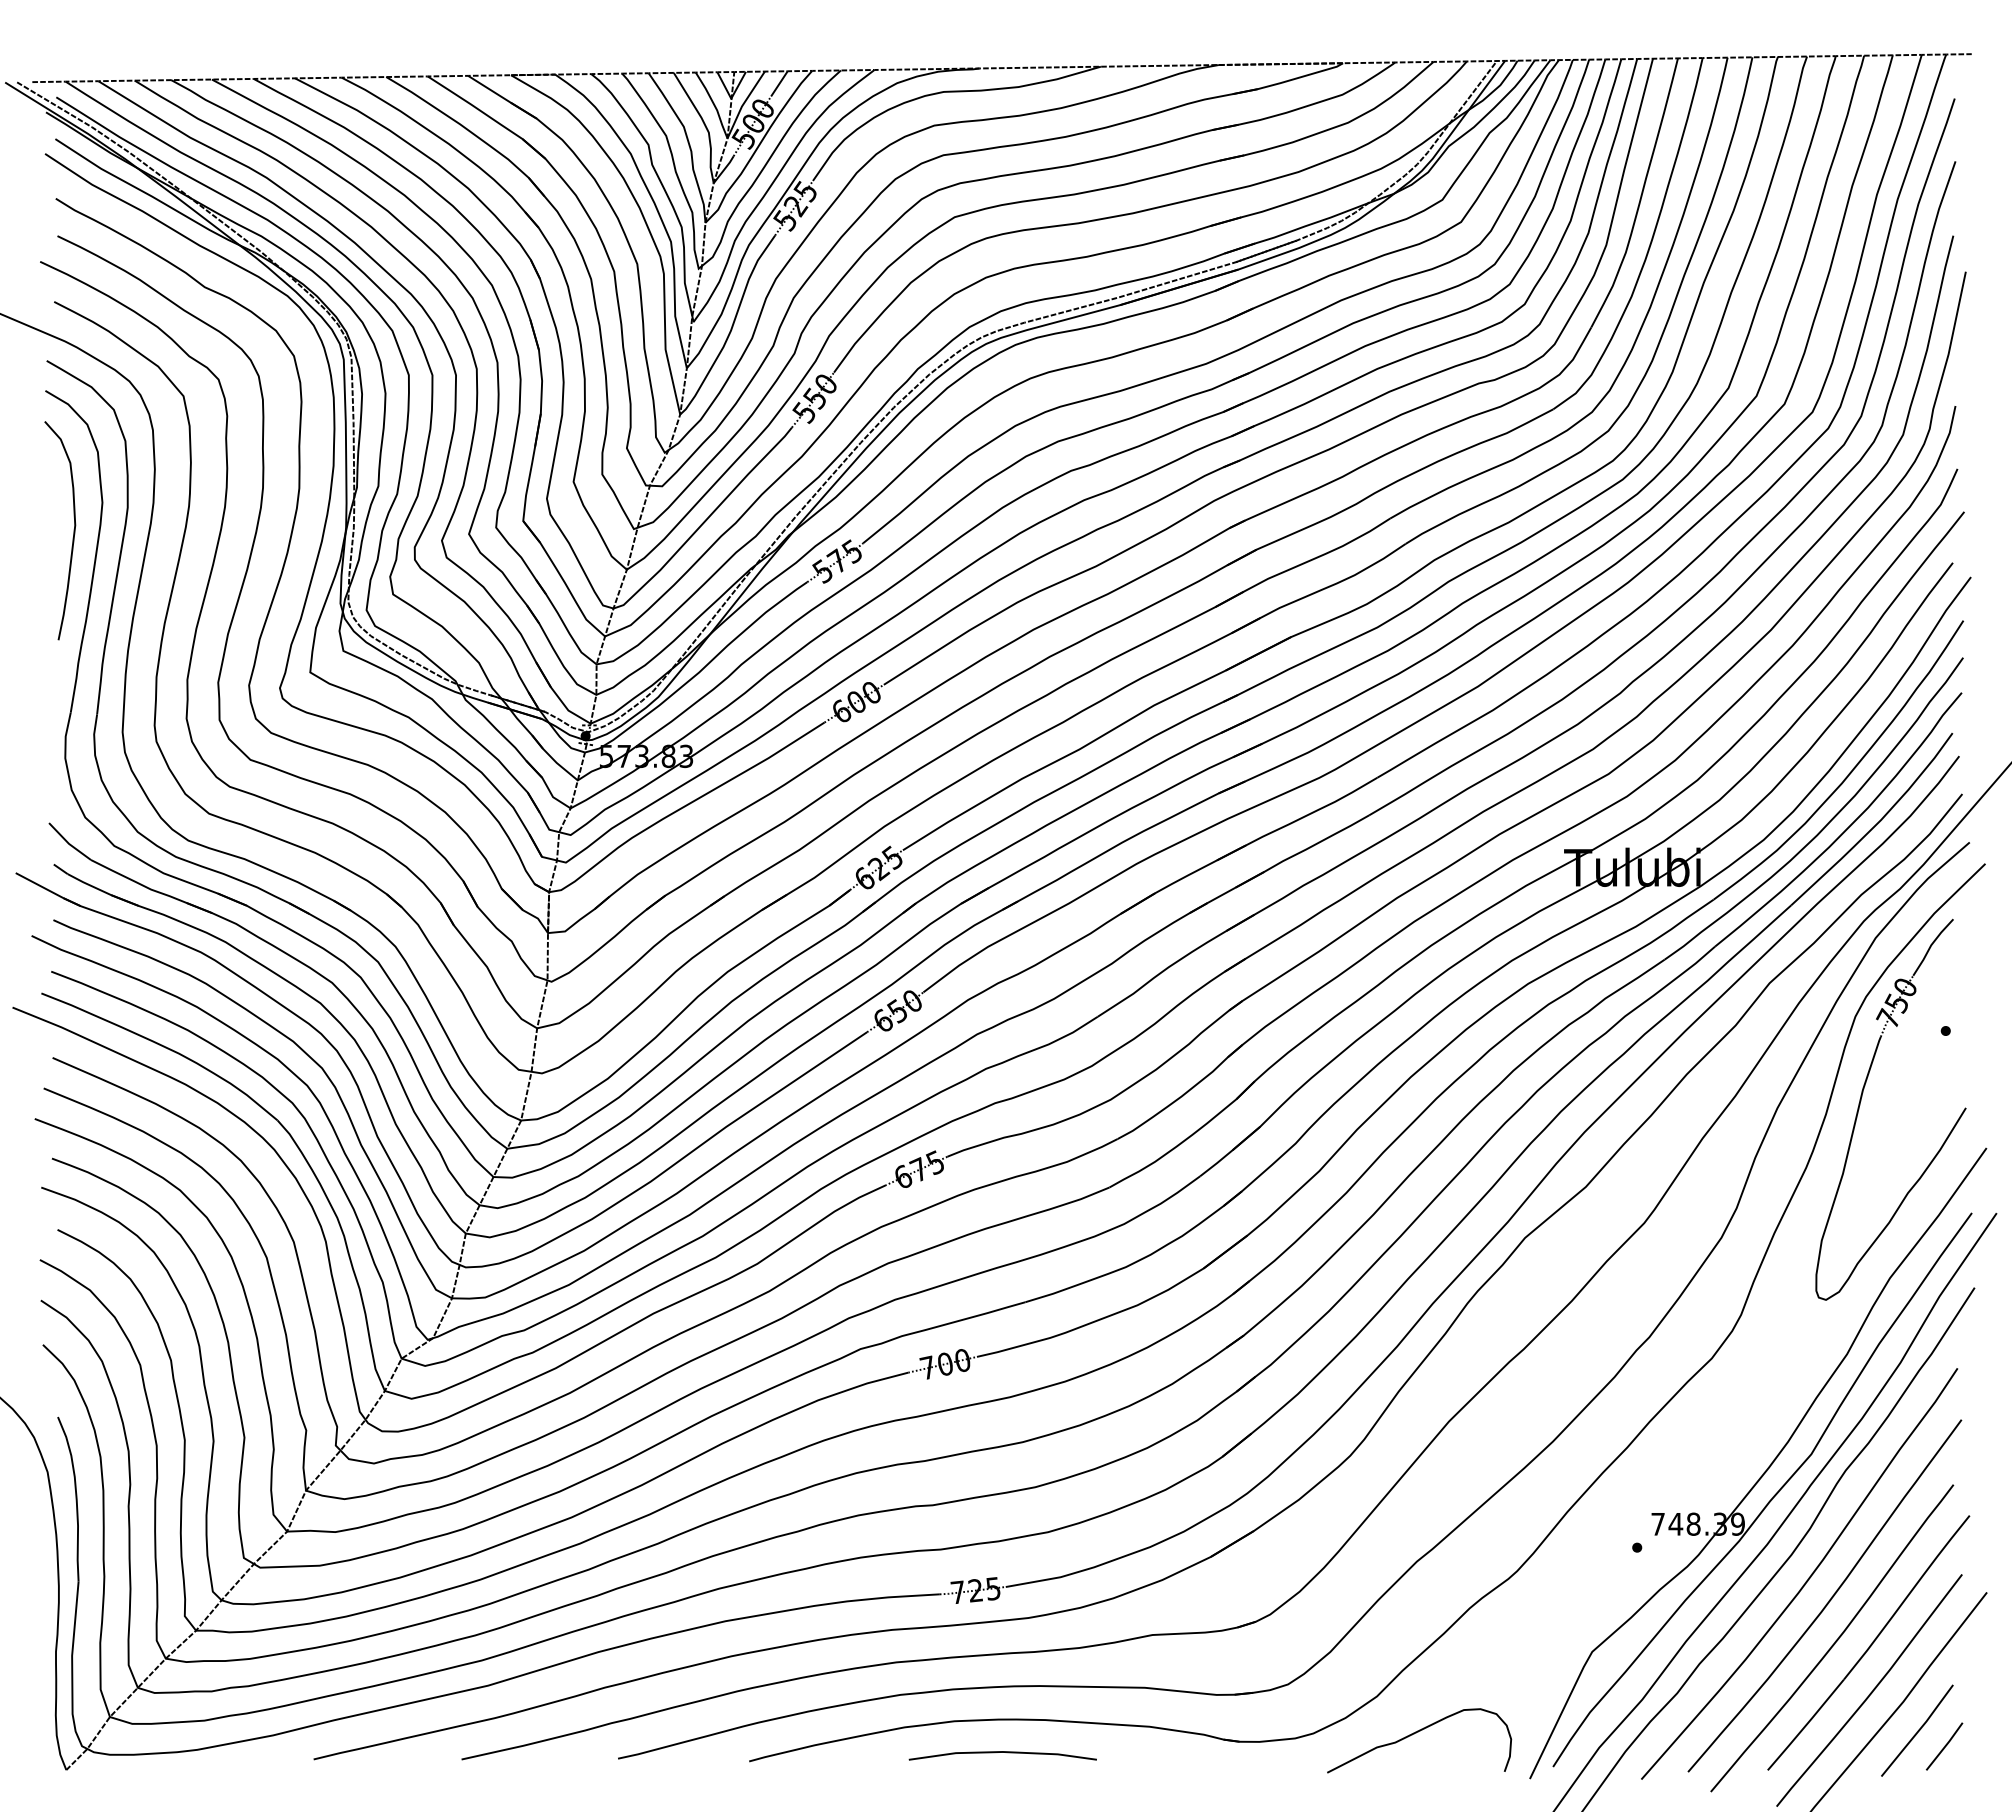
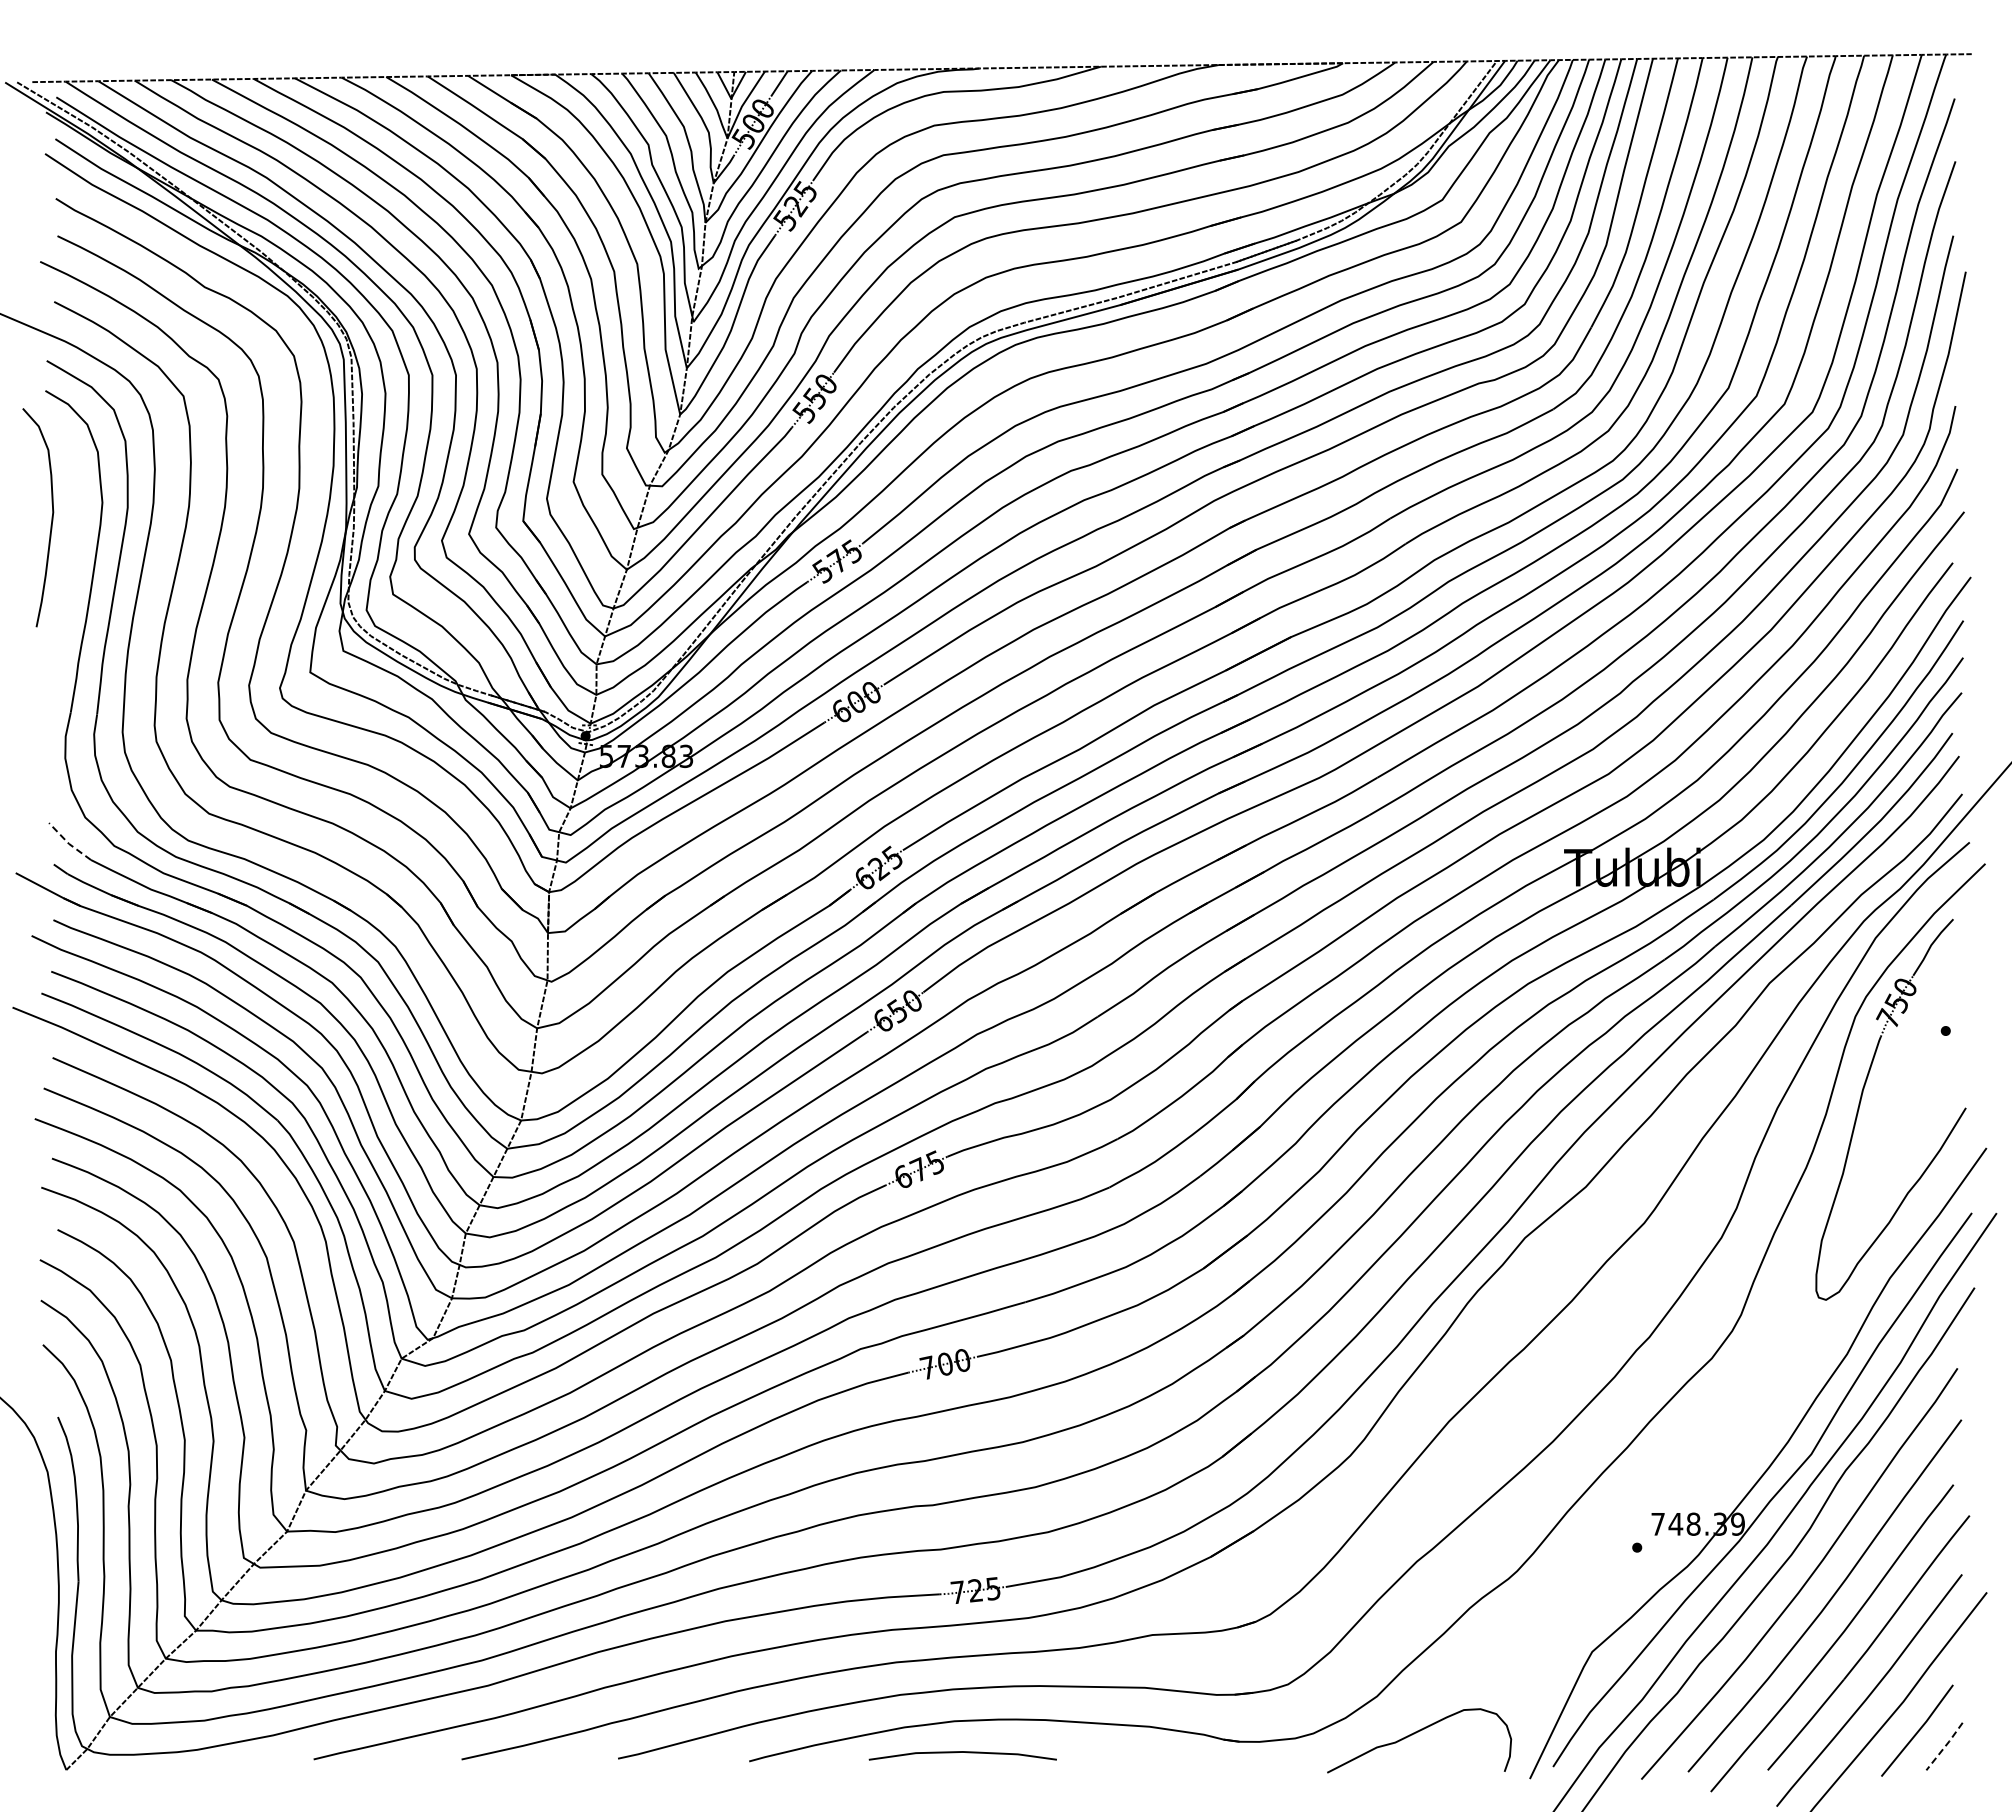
curve at (73, 530) position: (73, 530) -> (51, 517)
line at (69, 843): solid -> dashed
line at (1945, 1746): solid -> dashed
line at (1002, 1752) position: (1002, 1752) -> (962, 1752)
